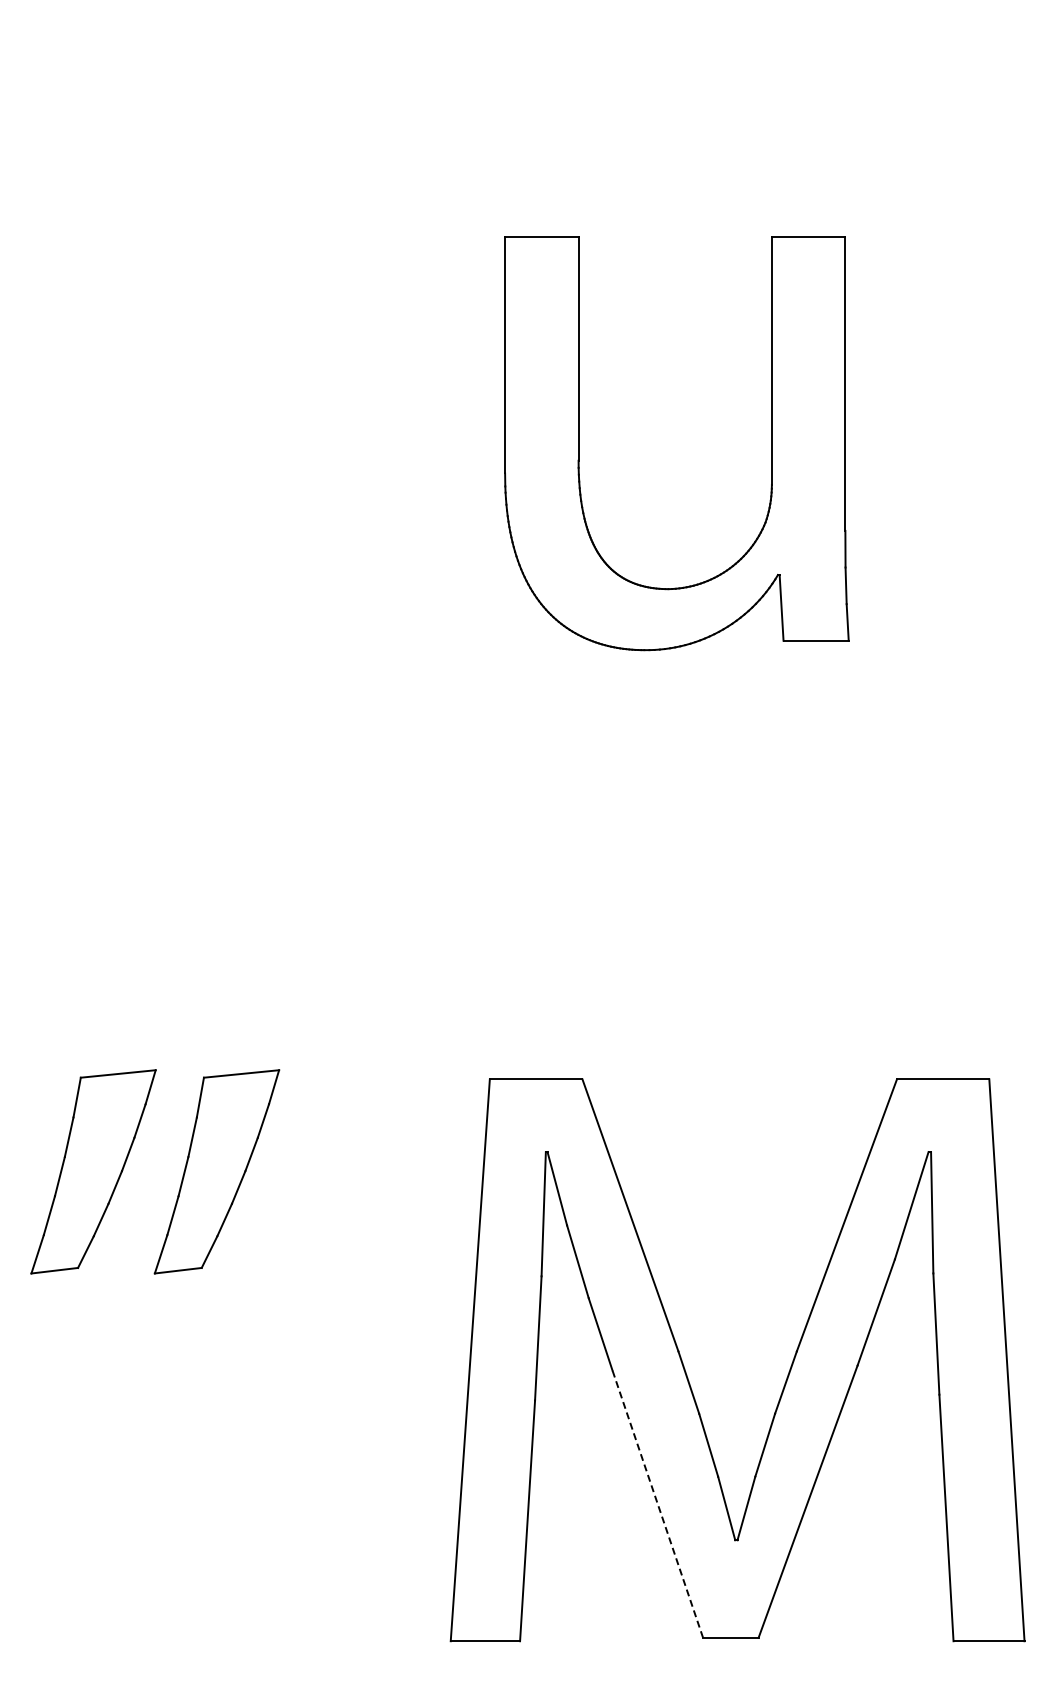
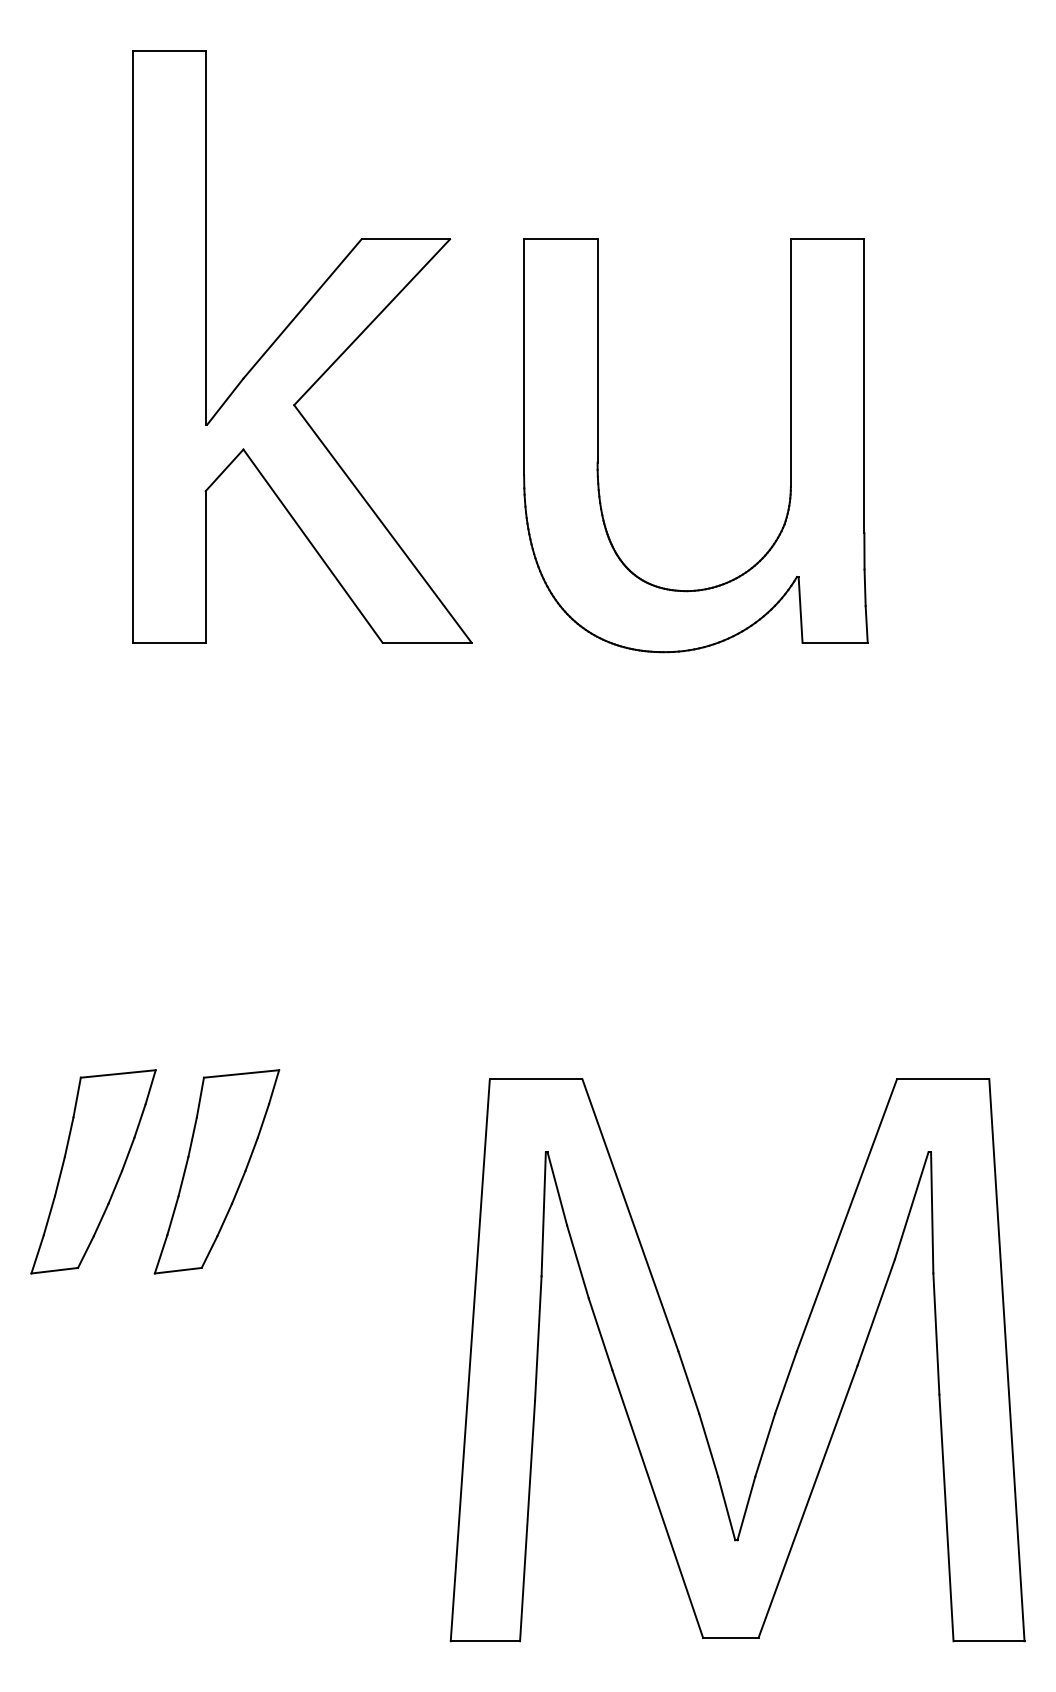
part at (302, 346): none -> present
part at (771, 443) position: (771, 443) -> (790, 445)
line at (657, 1503): dashed -> solid
